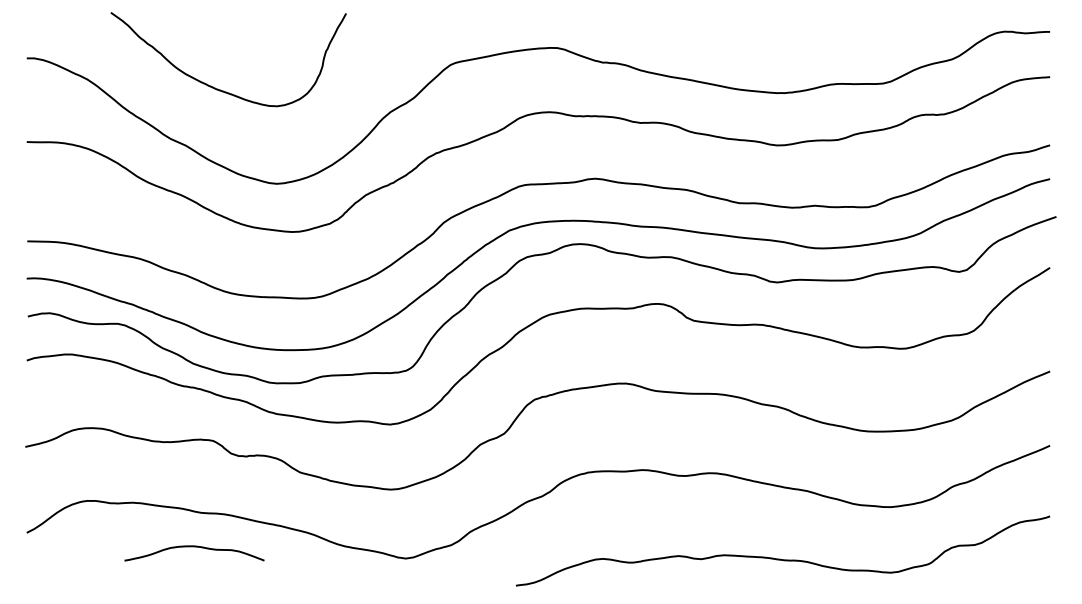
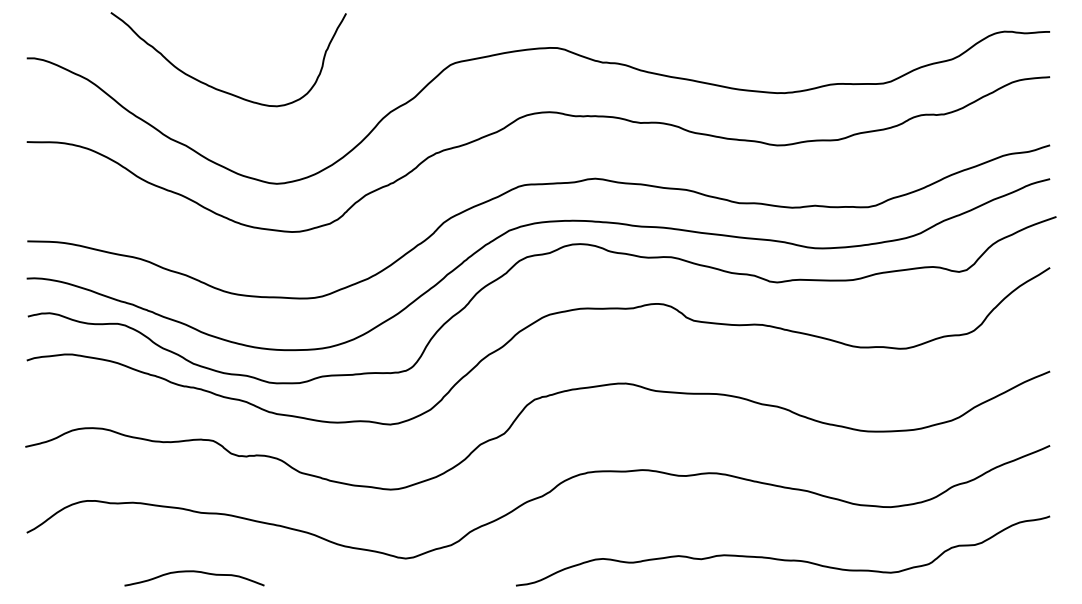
curve at (194, 547) position: (194, 547) -> (194, 572)
